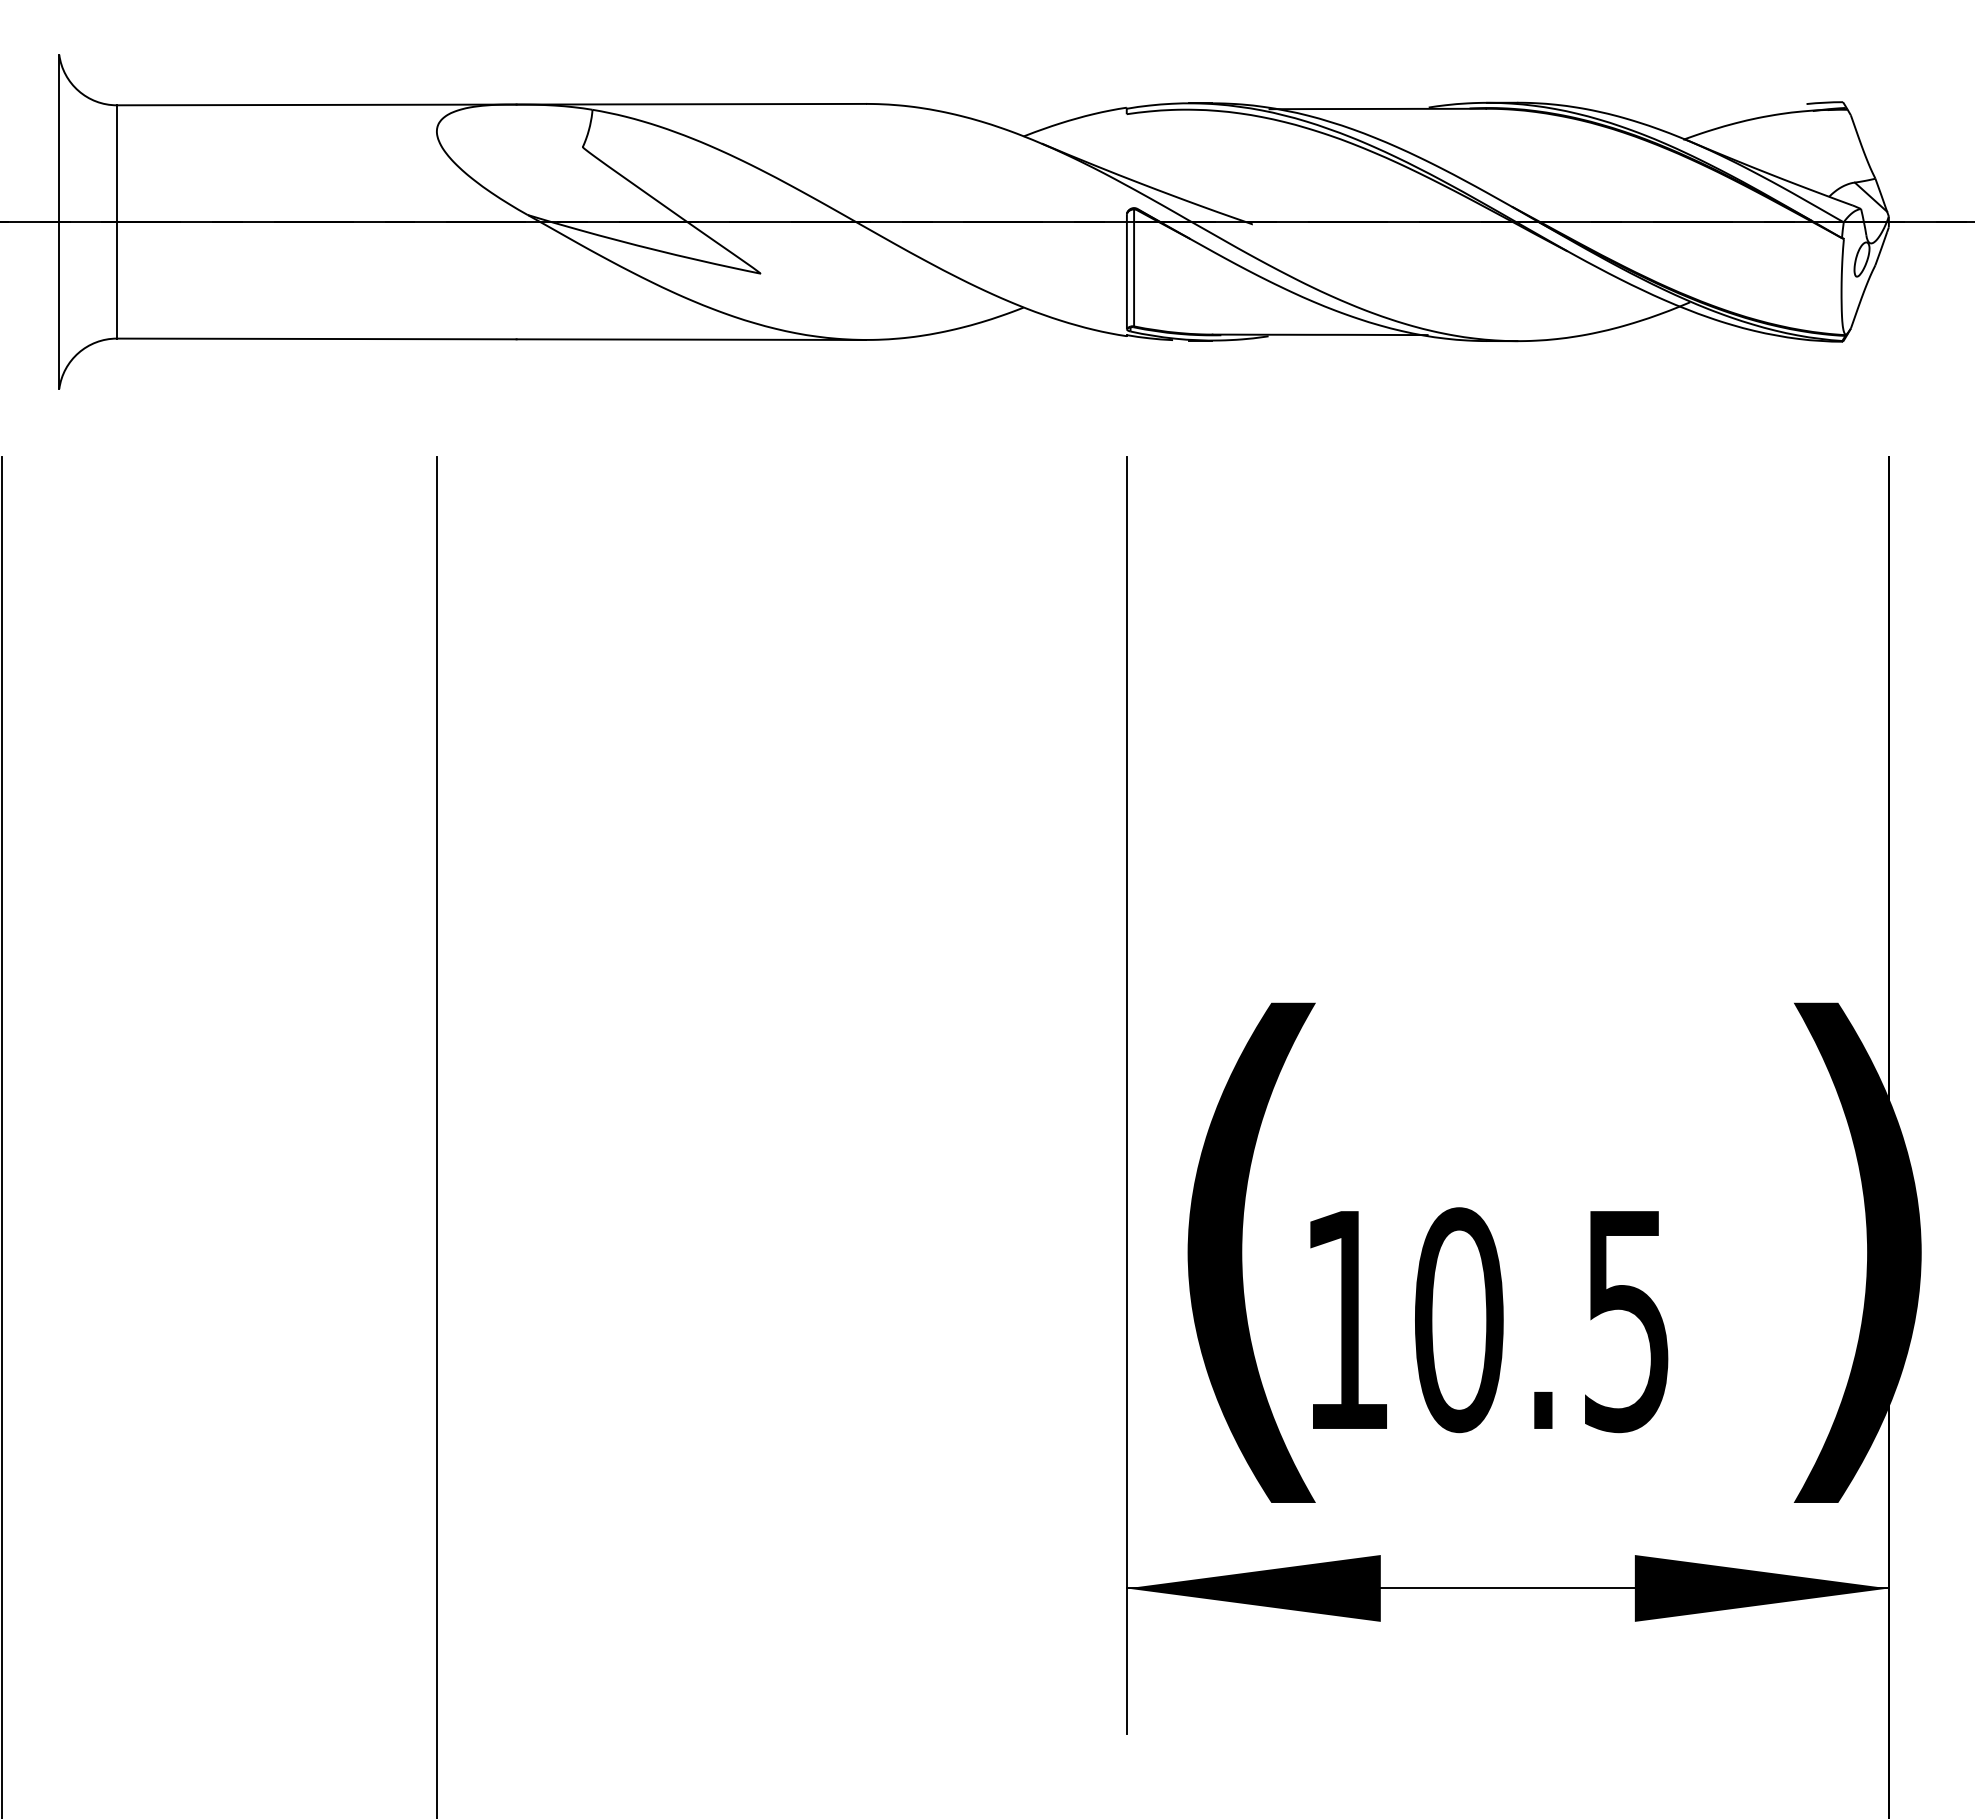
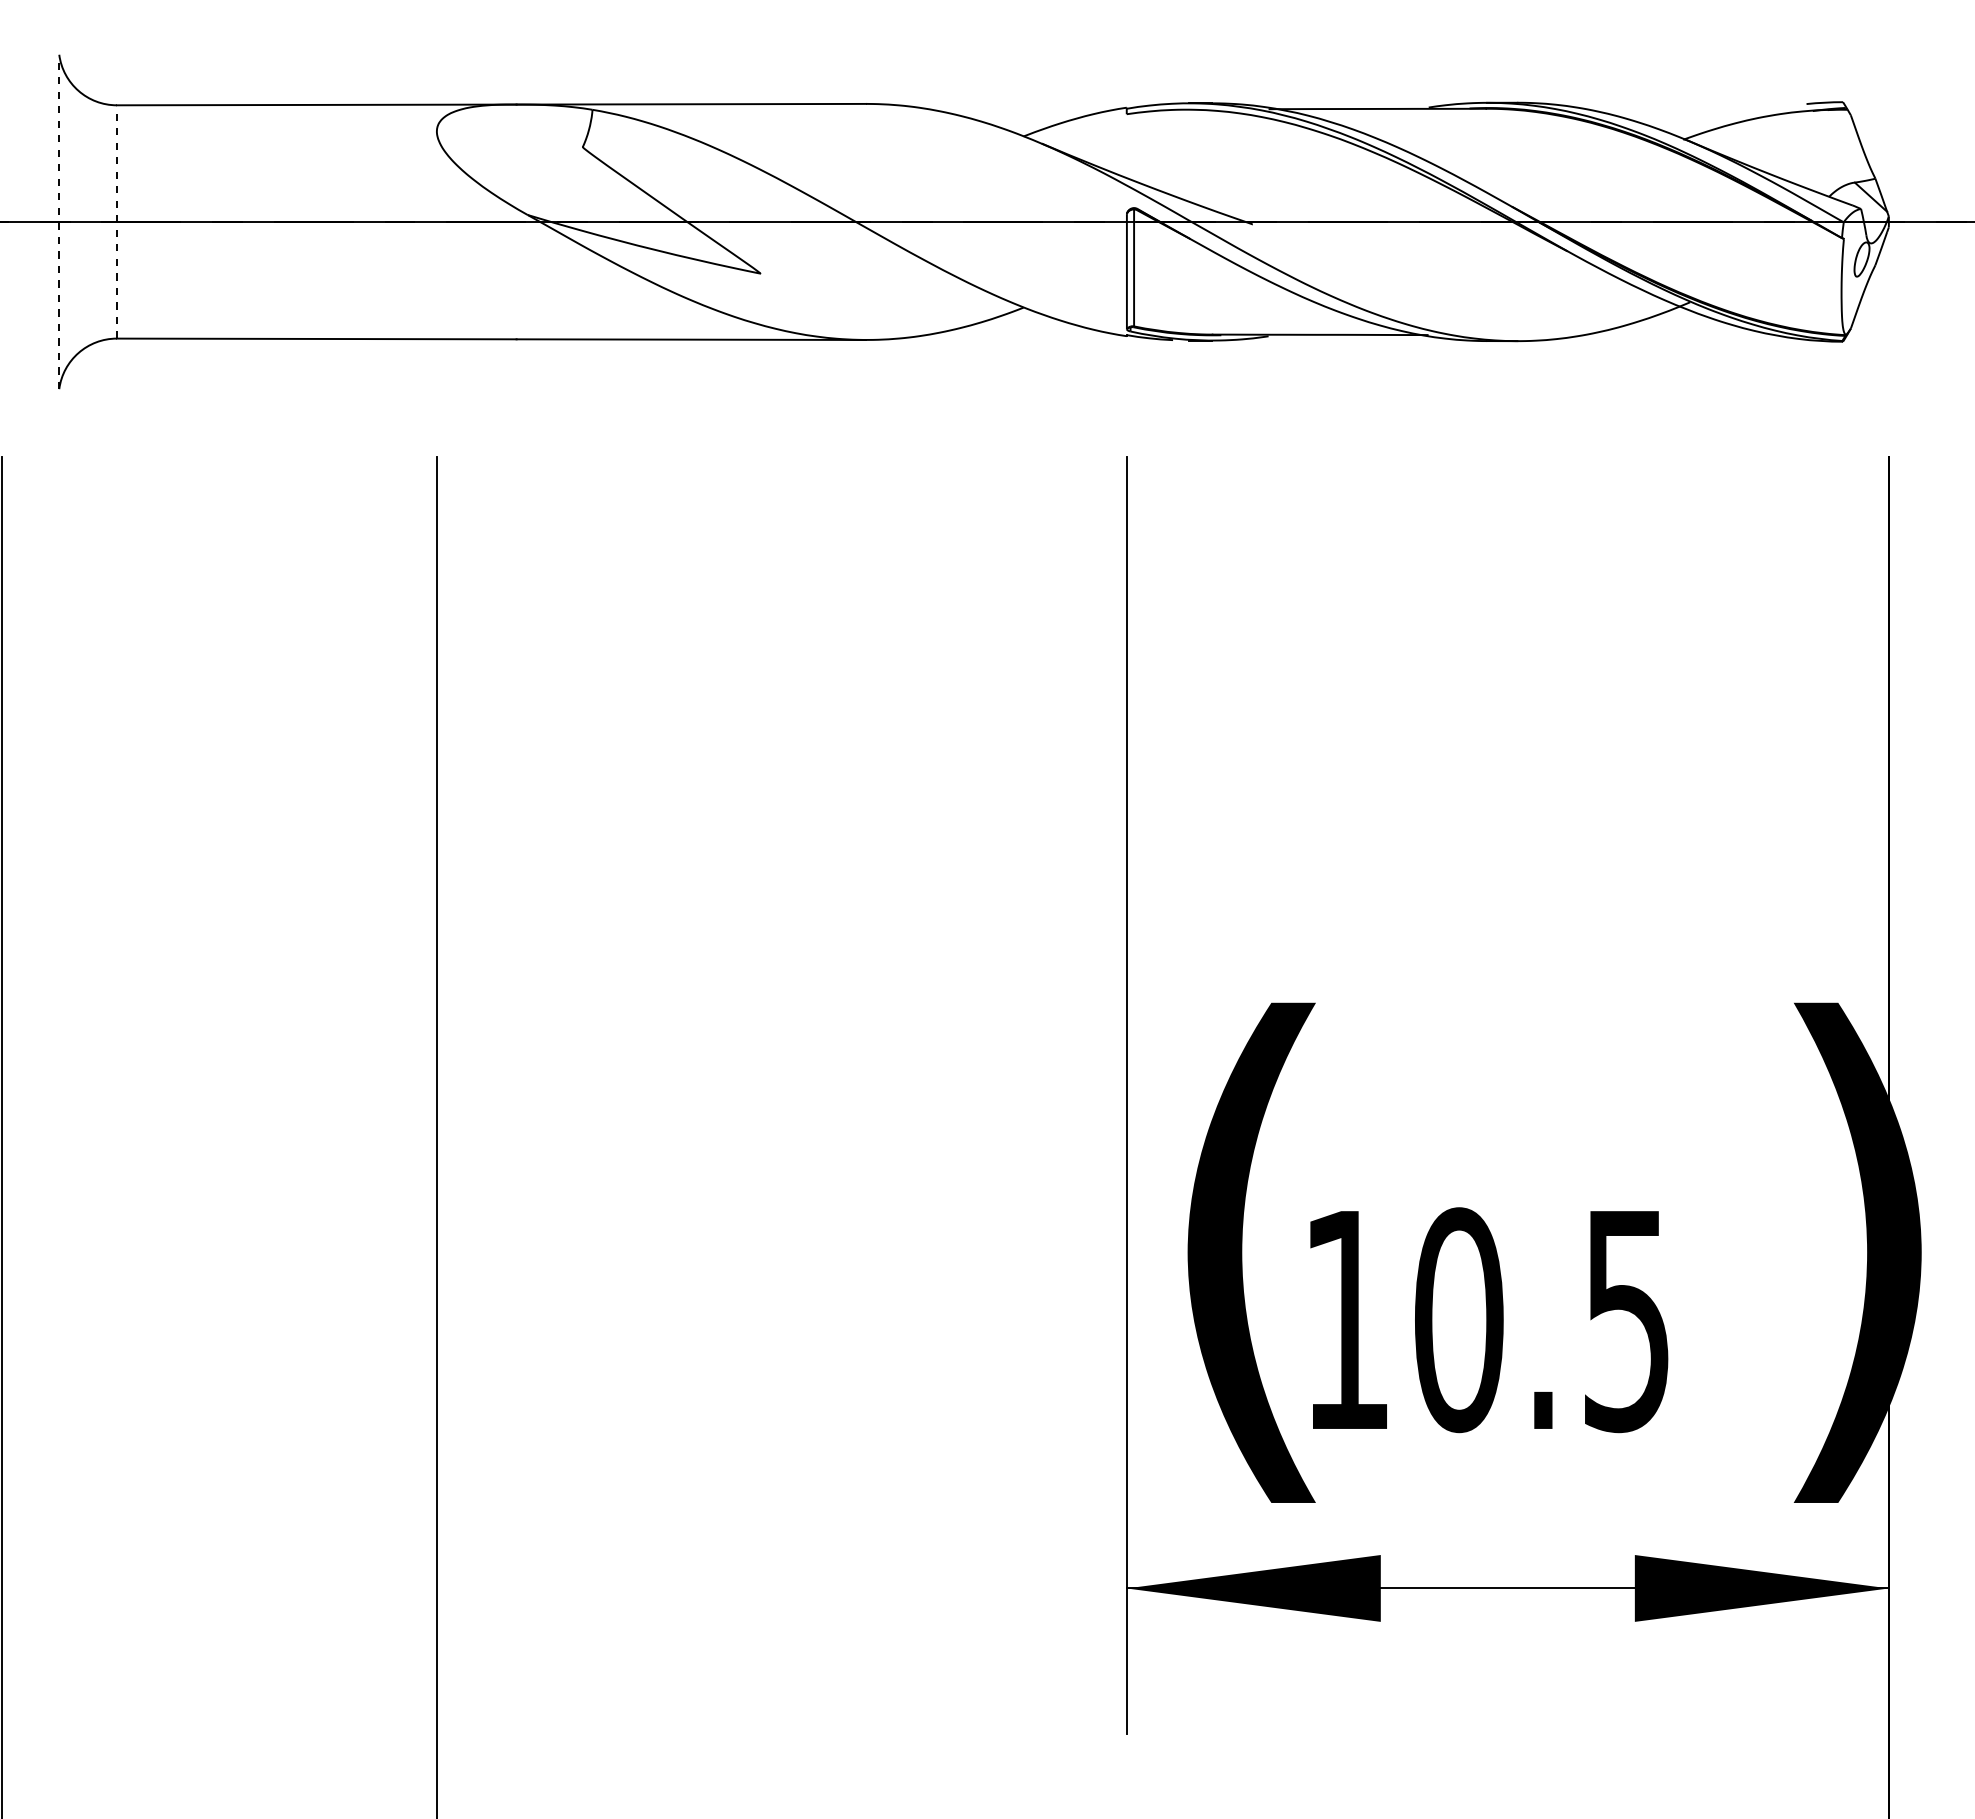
line at (59, 221): solid -> dashed
line at (116, 221): solid -> dashed
